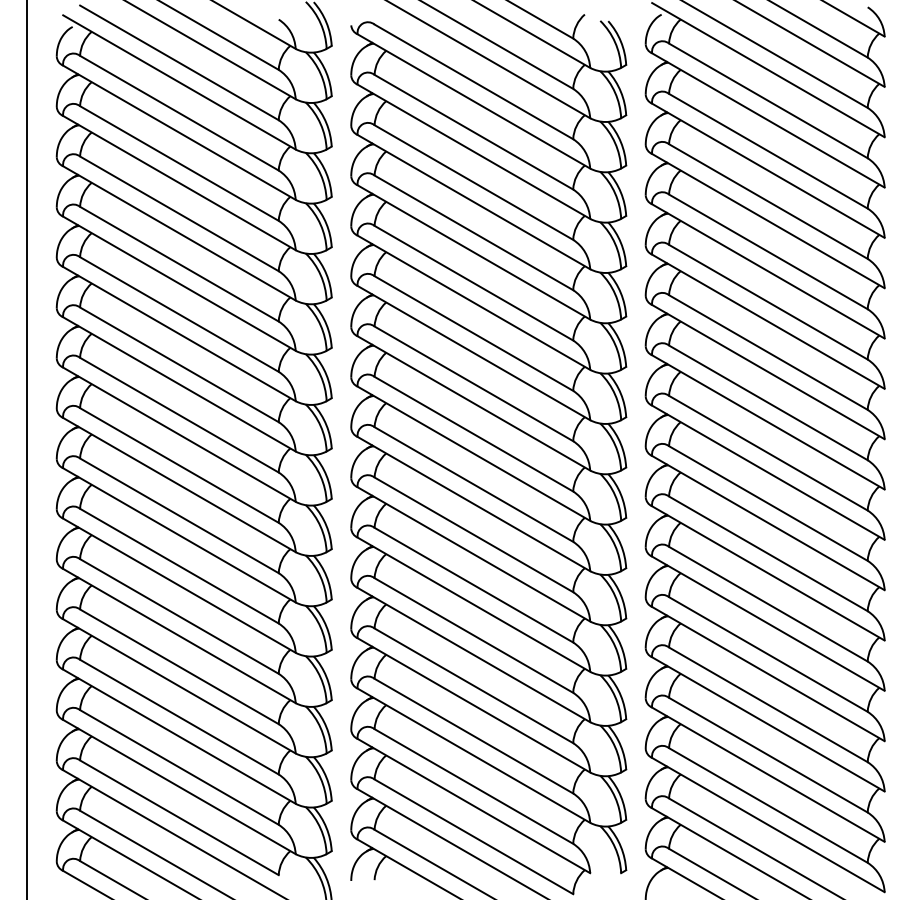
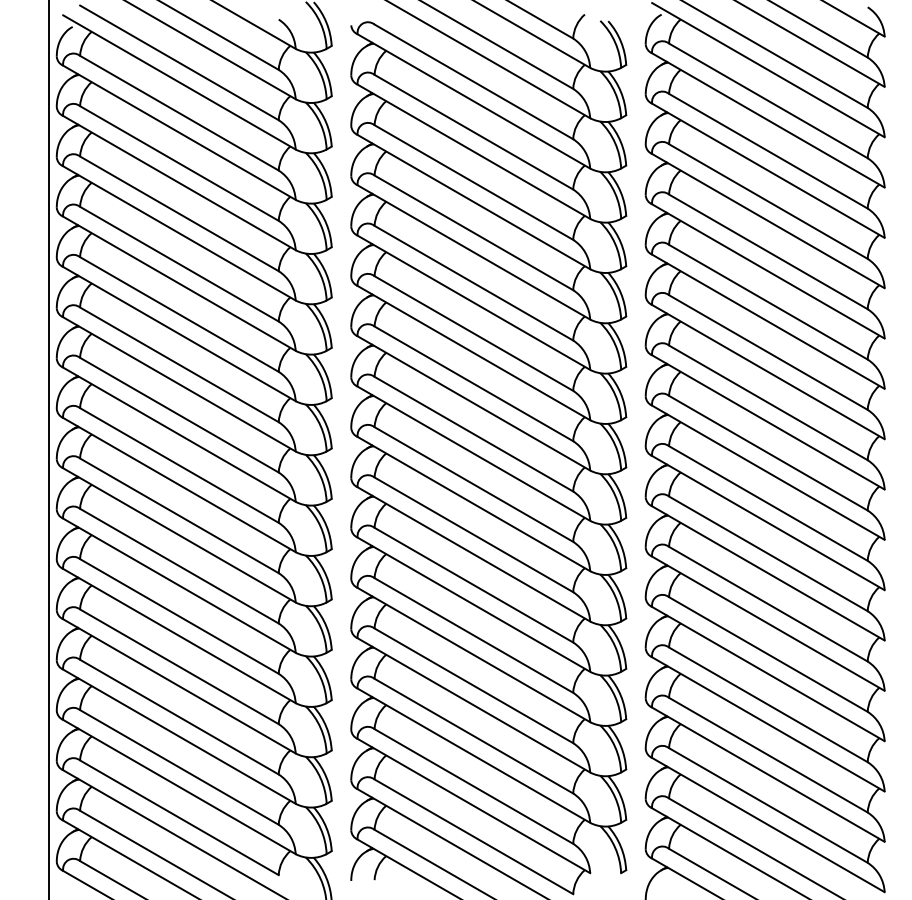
line at (27, 449) position: (27, 449) -> (49, 449)
